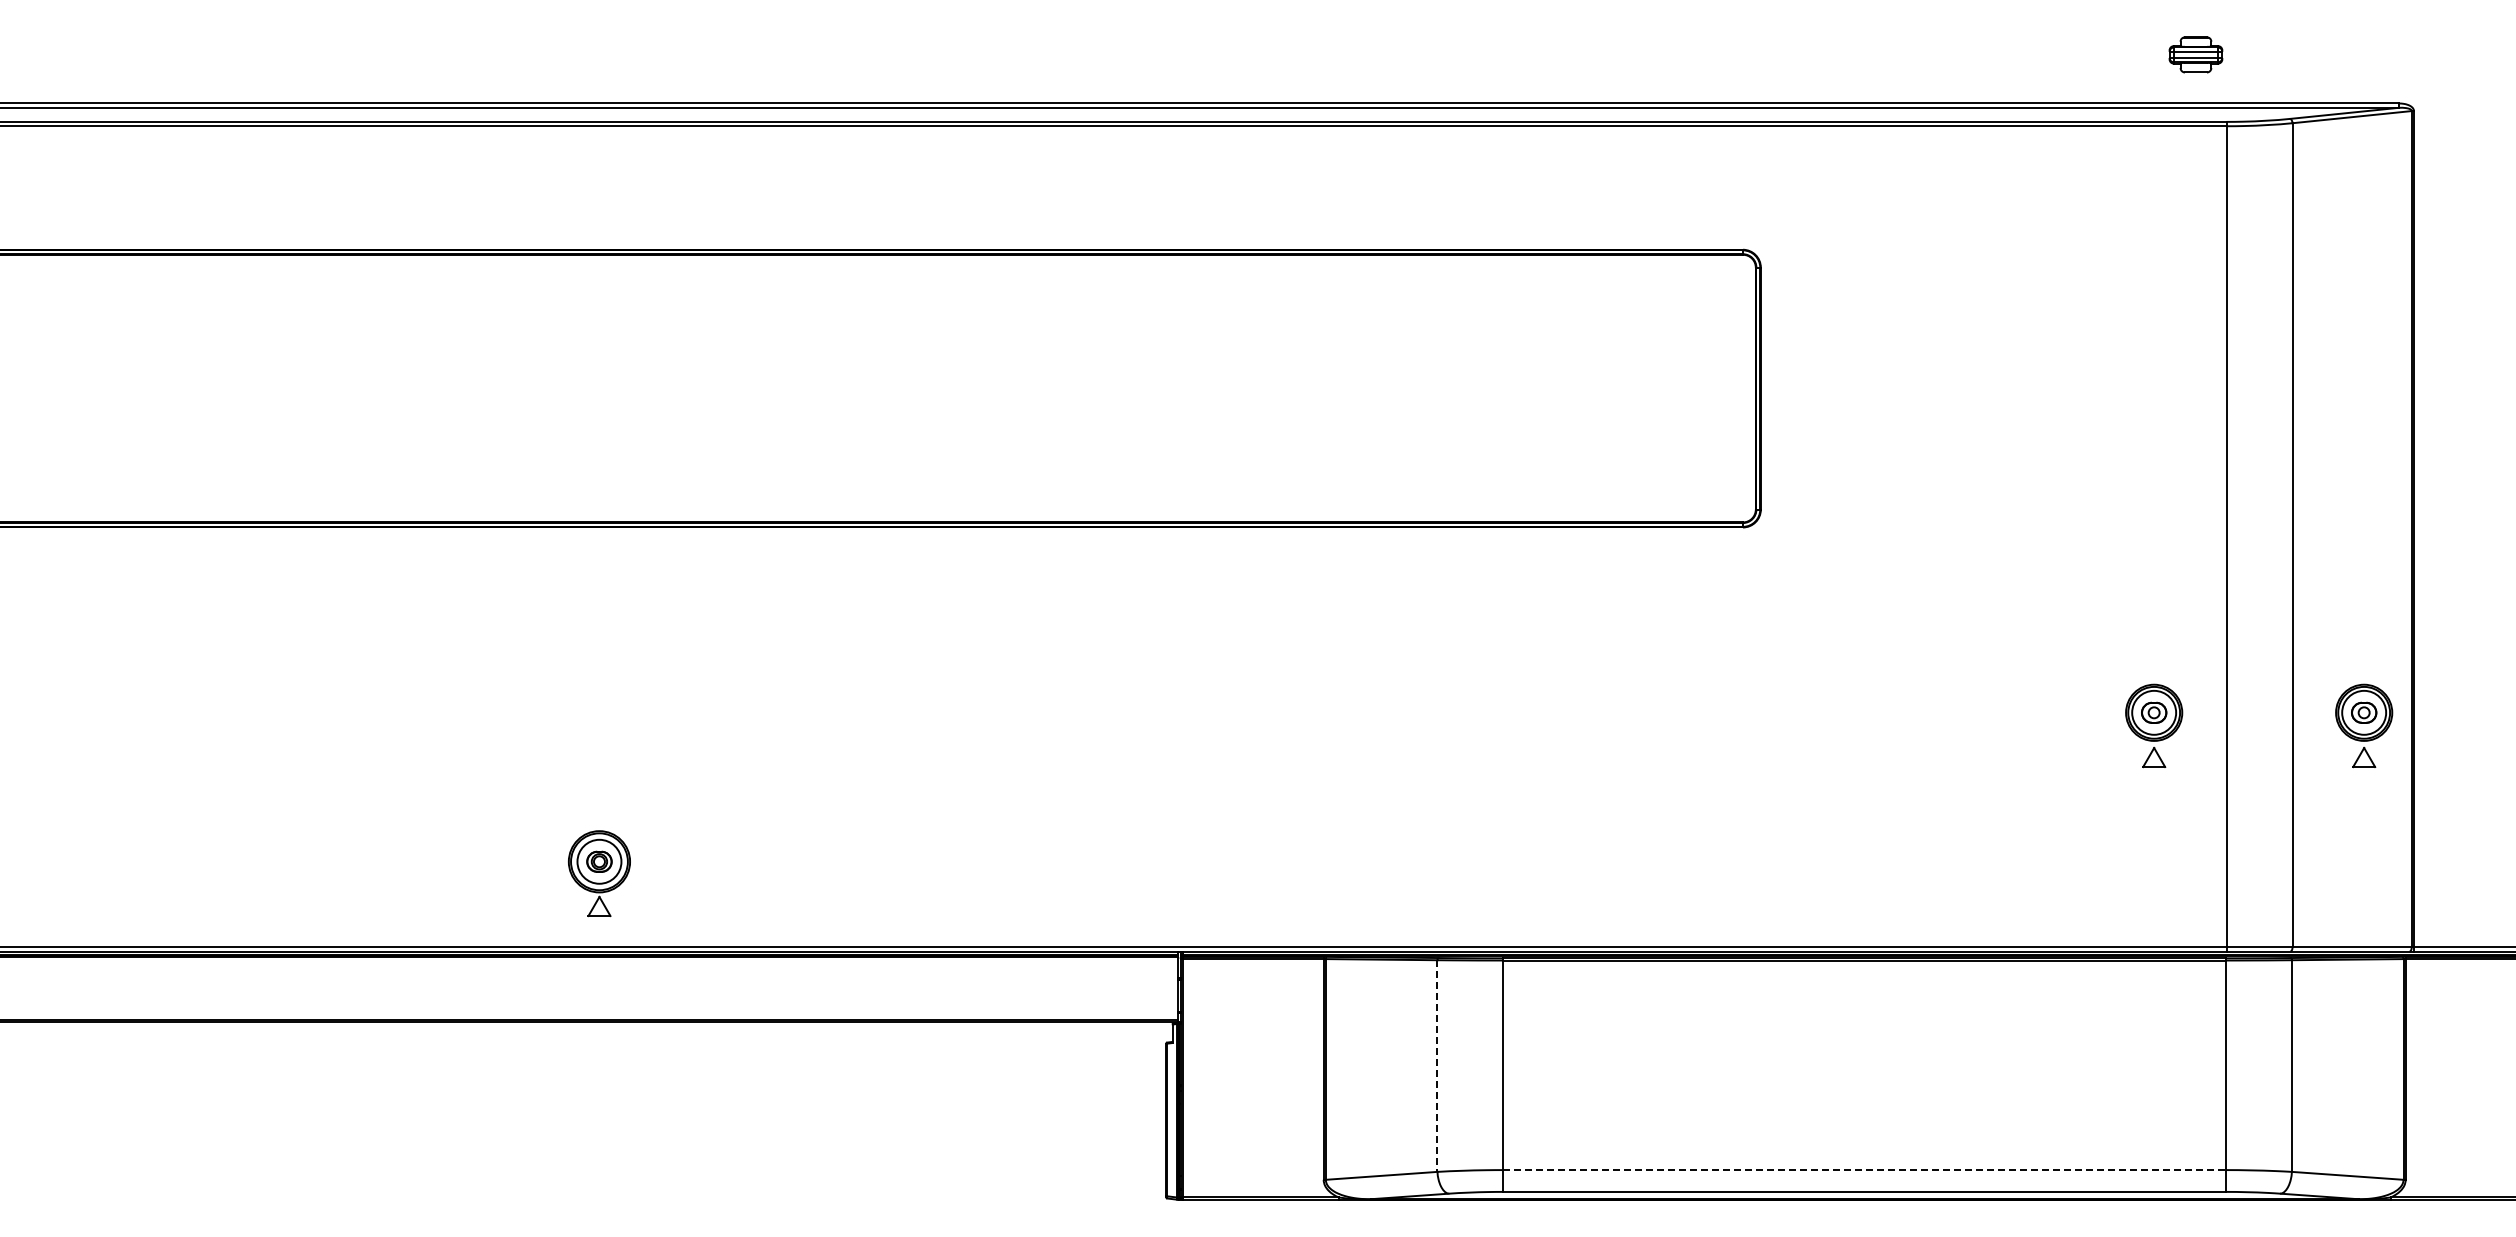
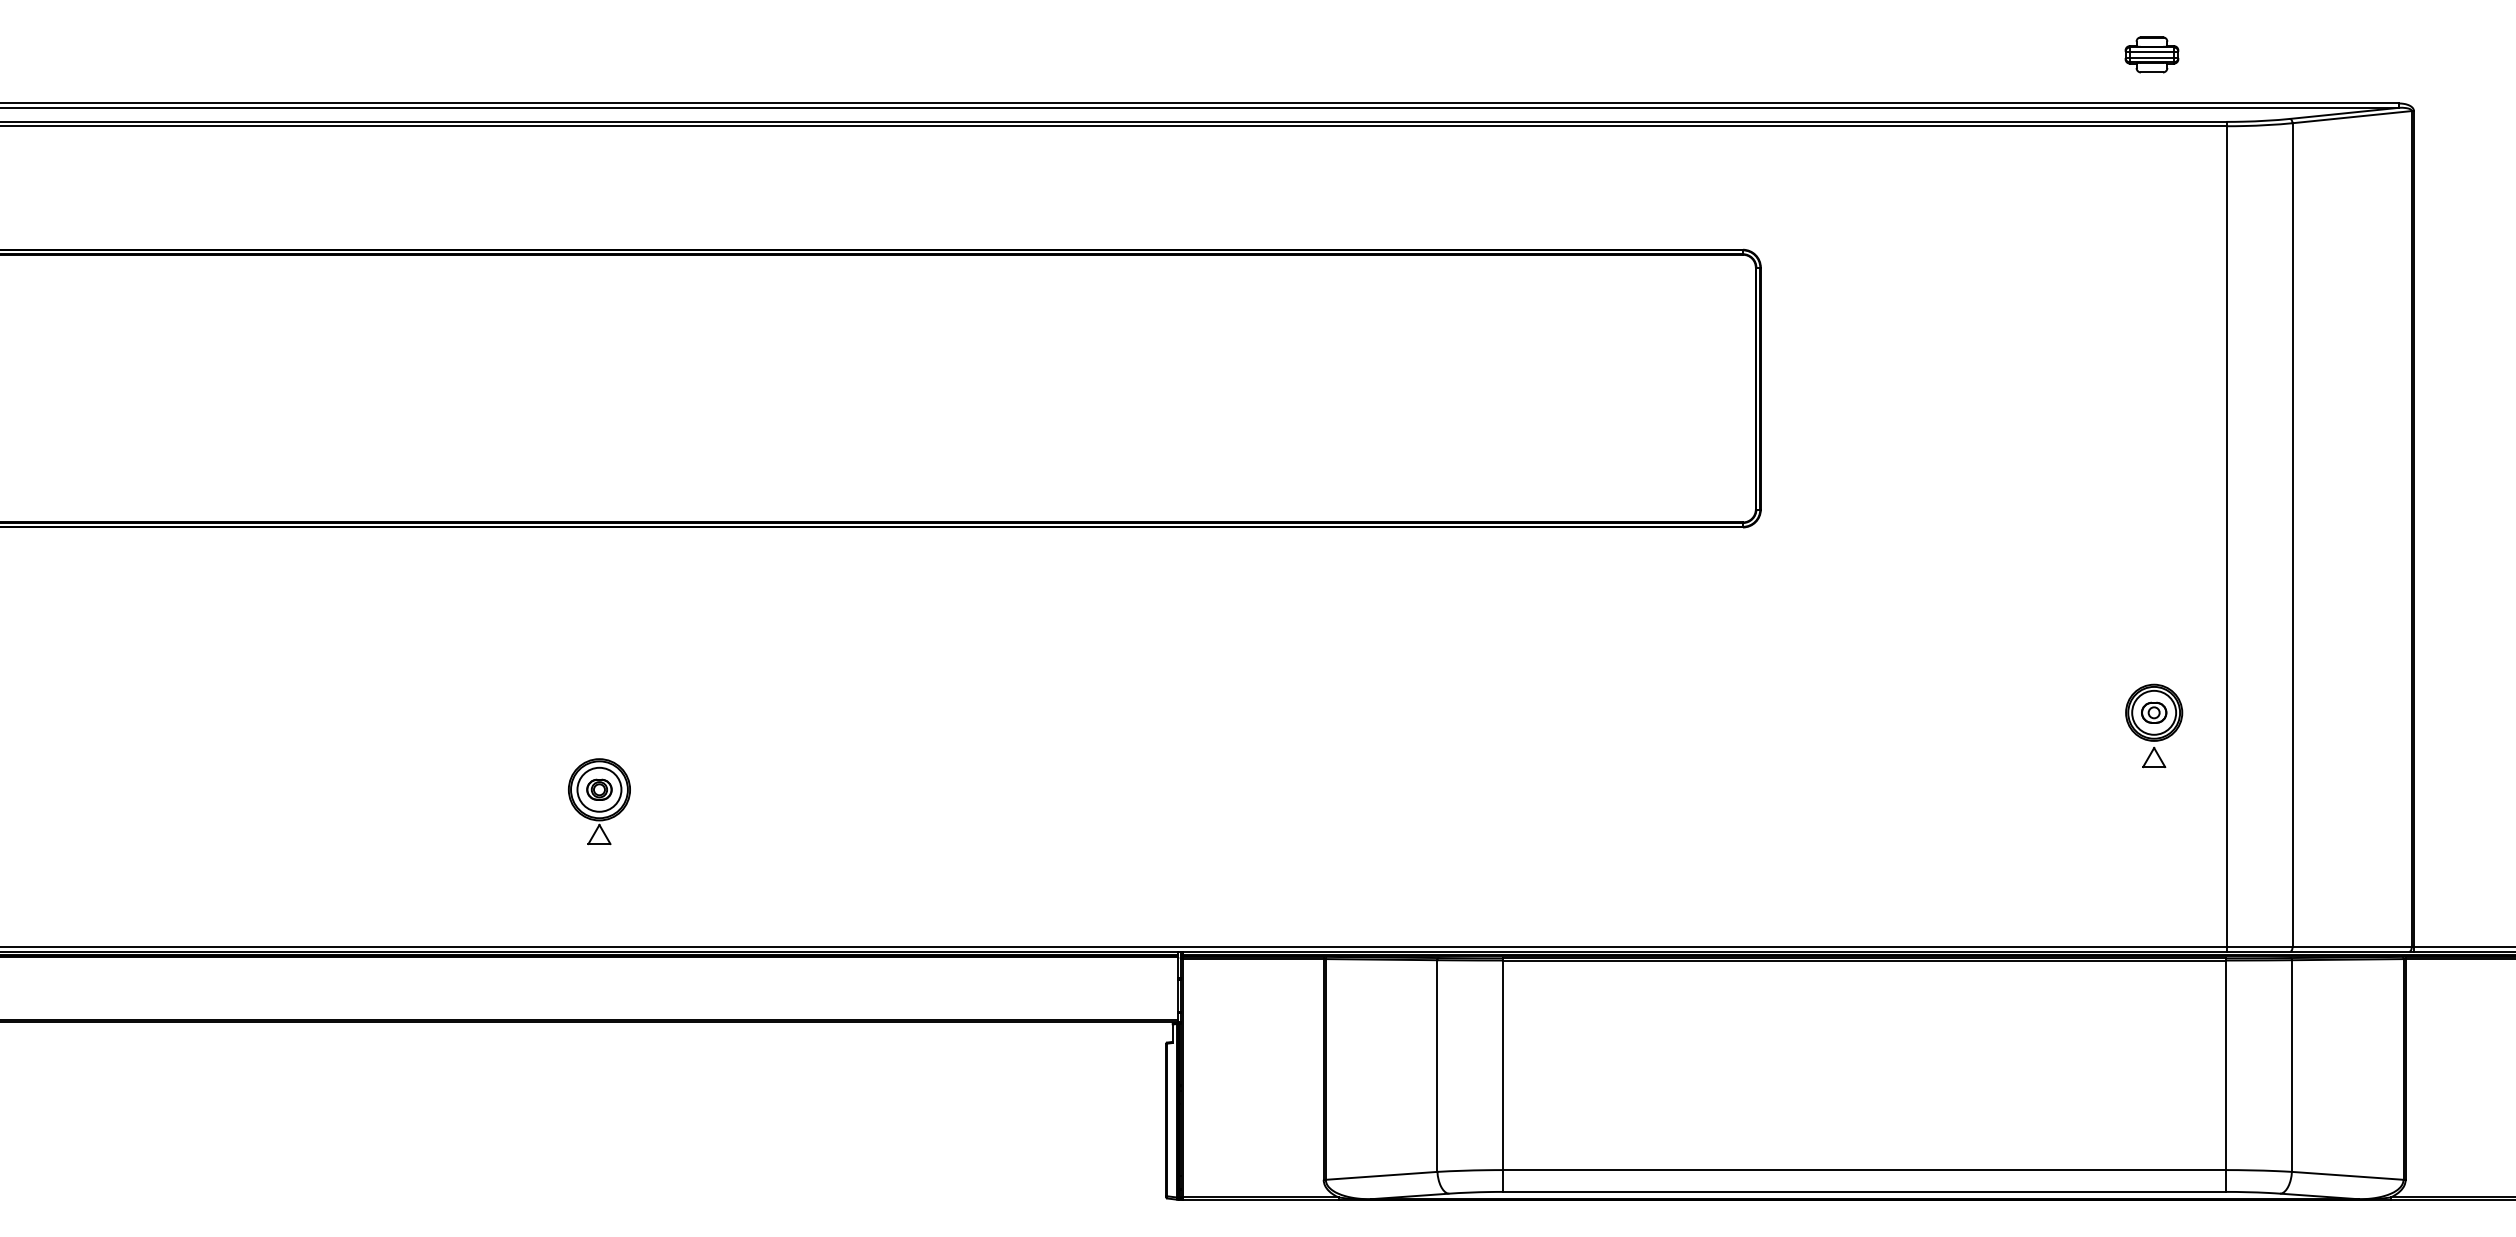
part at (2195, 54) position: (2195, 54) -> (2151, 54)
part at (2364, 725): present -> none
part at (599, 873) position: (599, 873) -> (599, 801)
line at (1437, 1066): dashed -> solid
line at (1865, 1170): dashed -> solid
